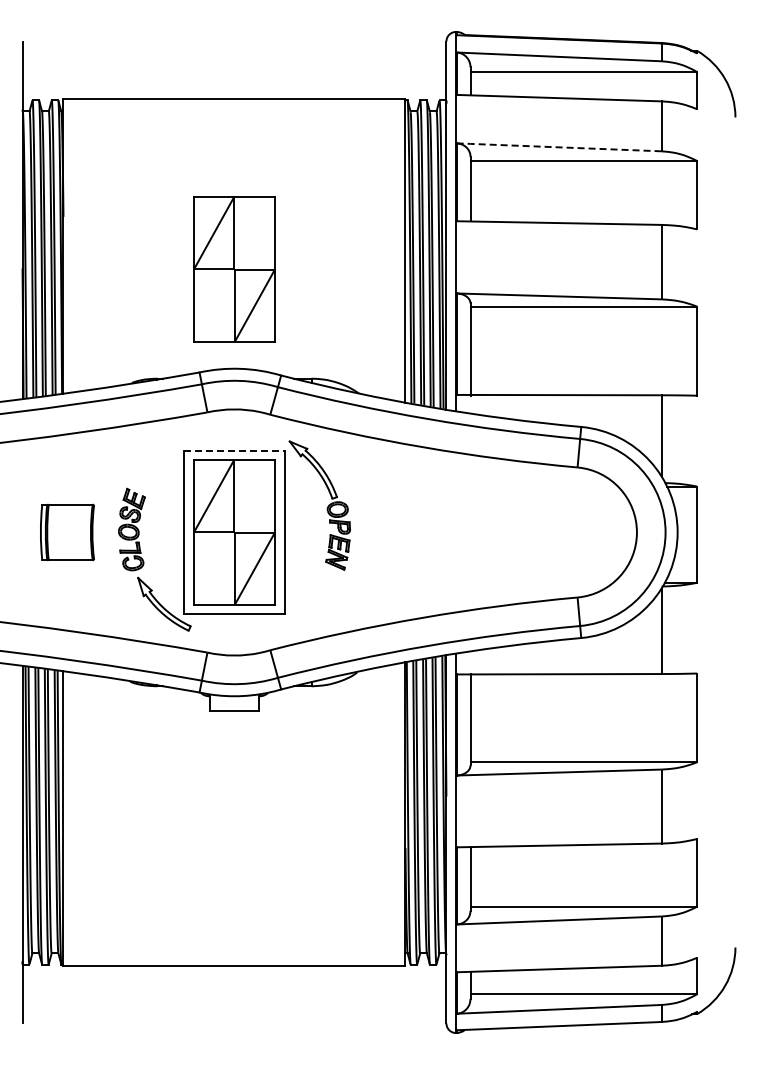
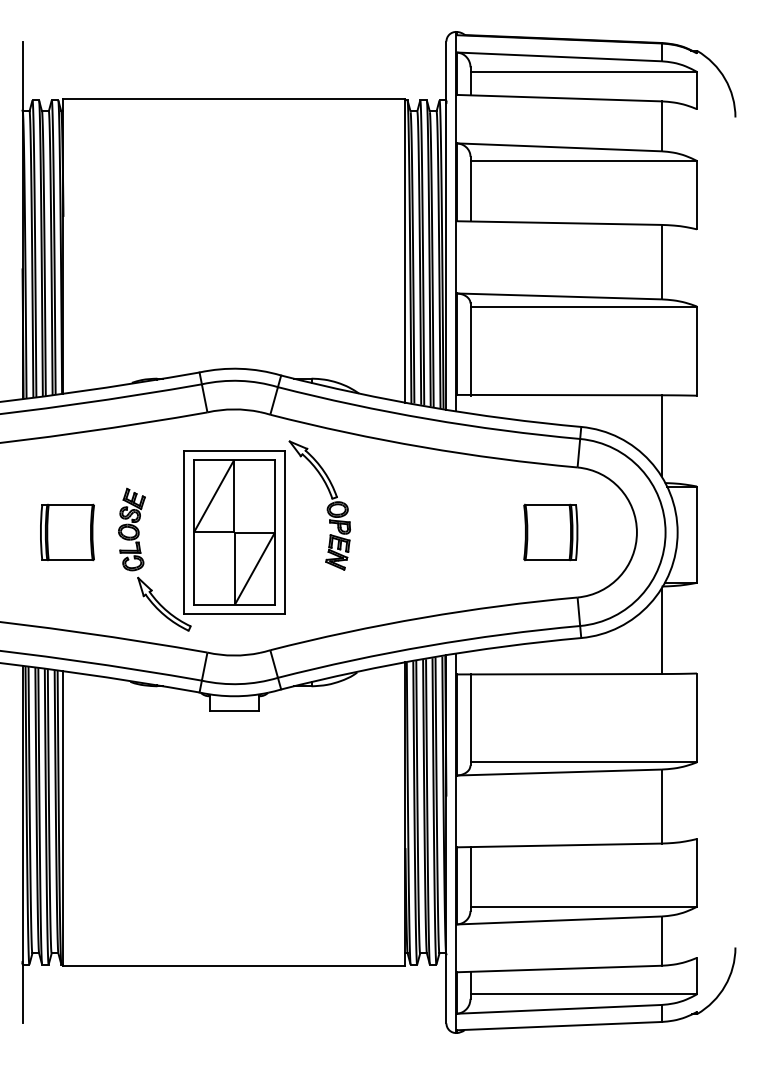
line at (559, 147): dashed -> solid
part at (234, 269): present -> none
line at (234, 450): dashed -> solid
part at (550, 532): none -> present
